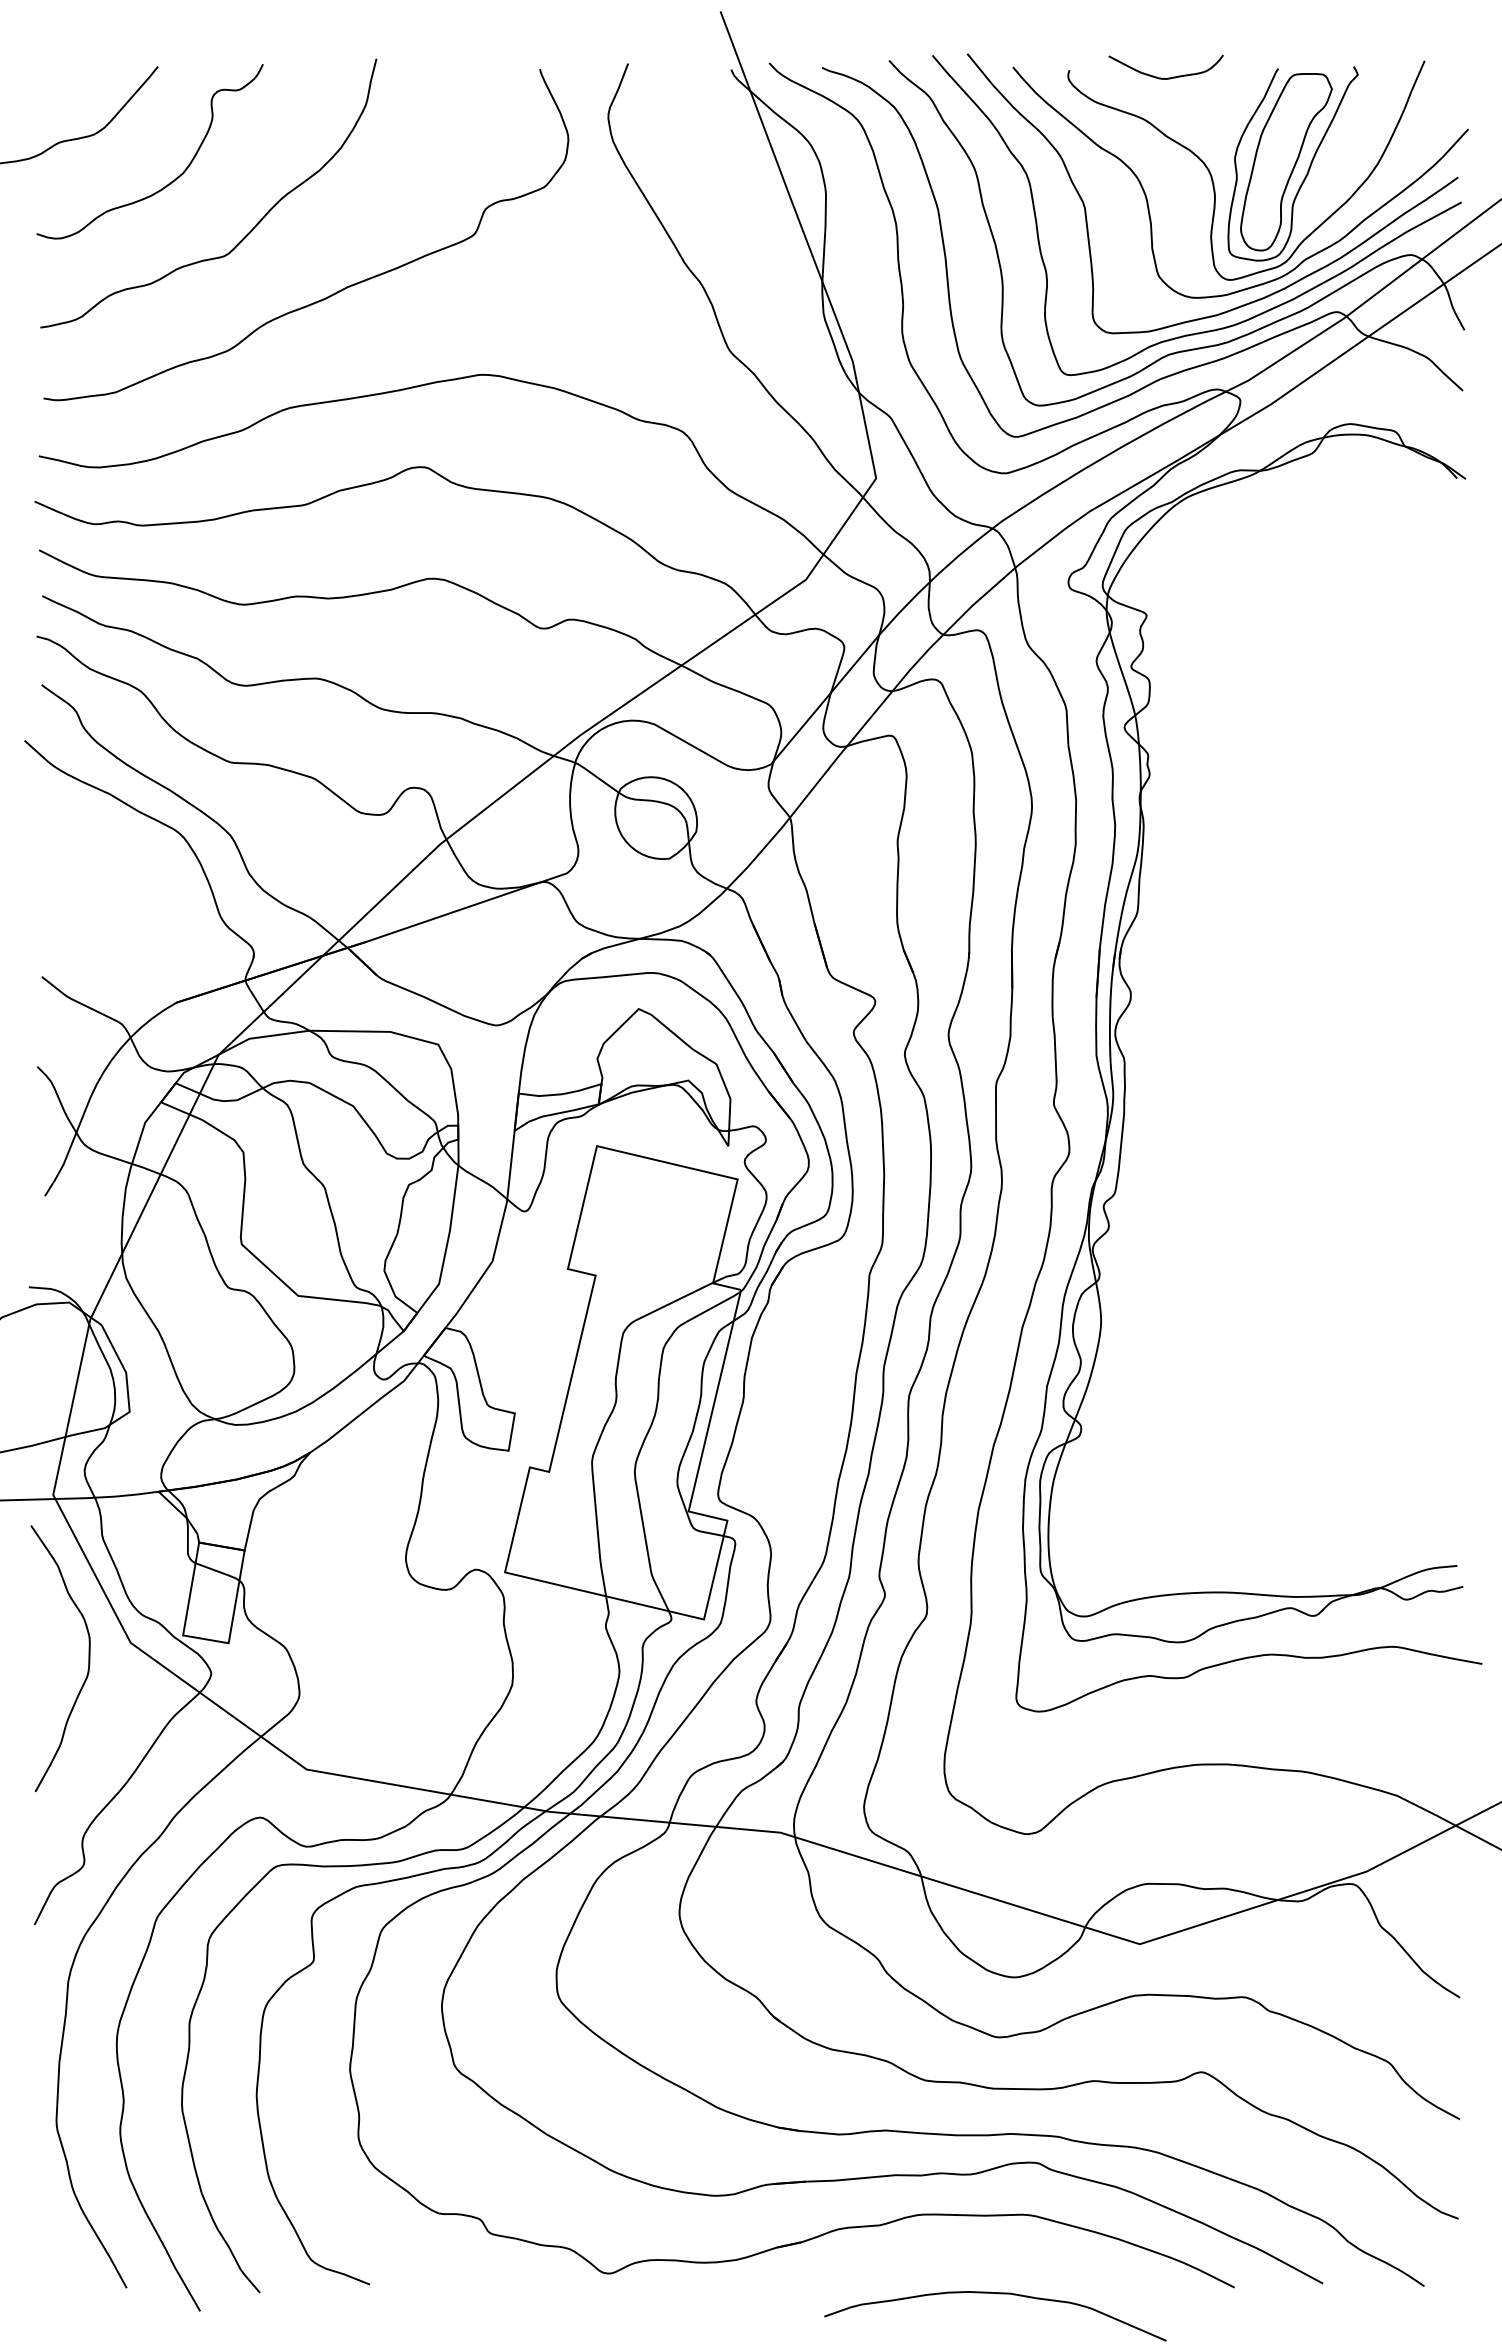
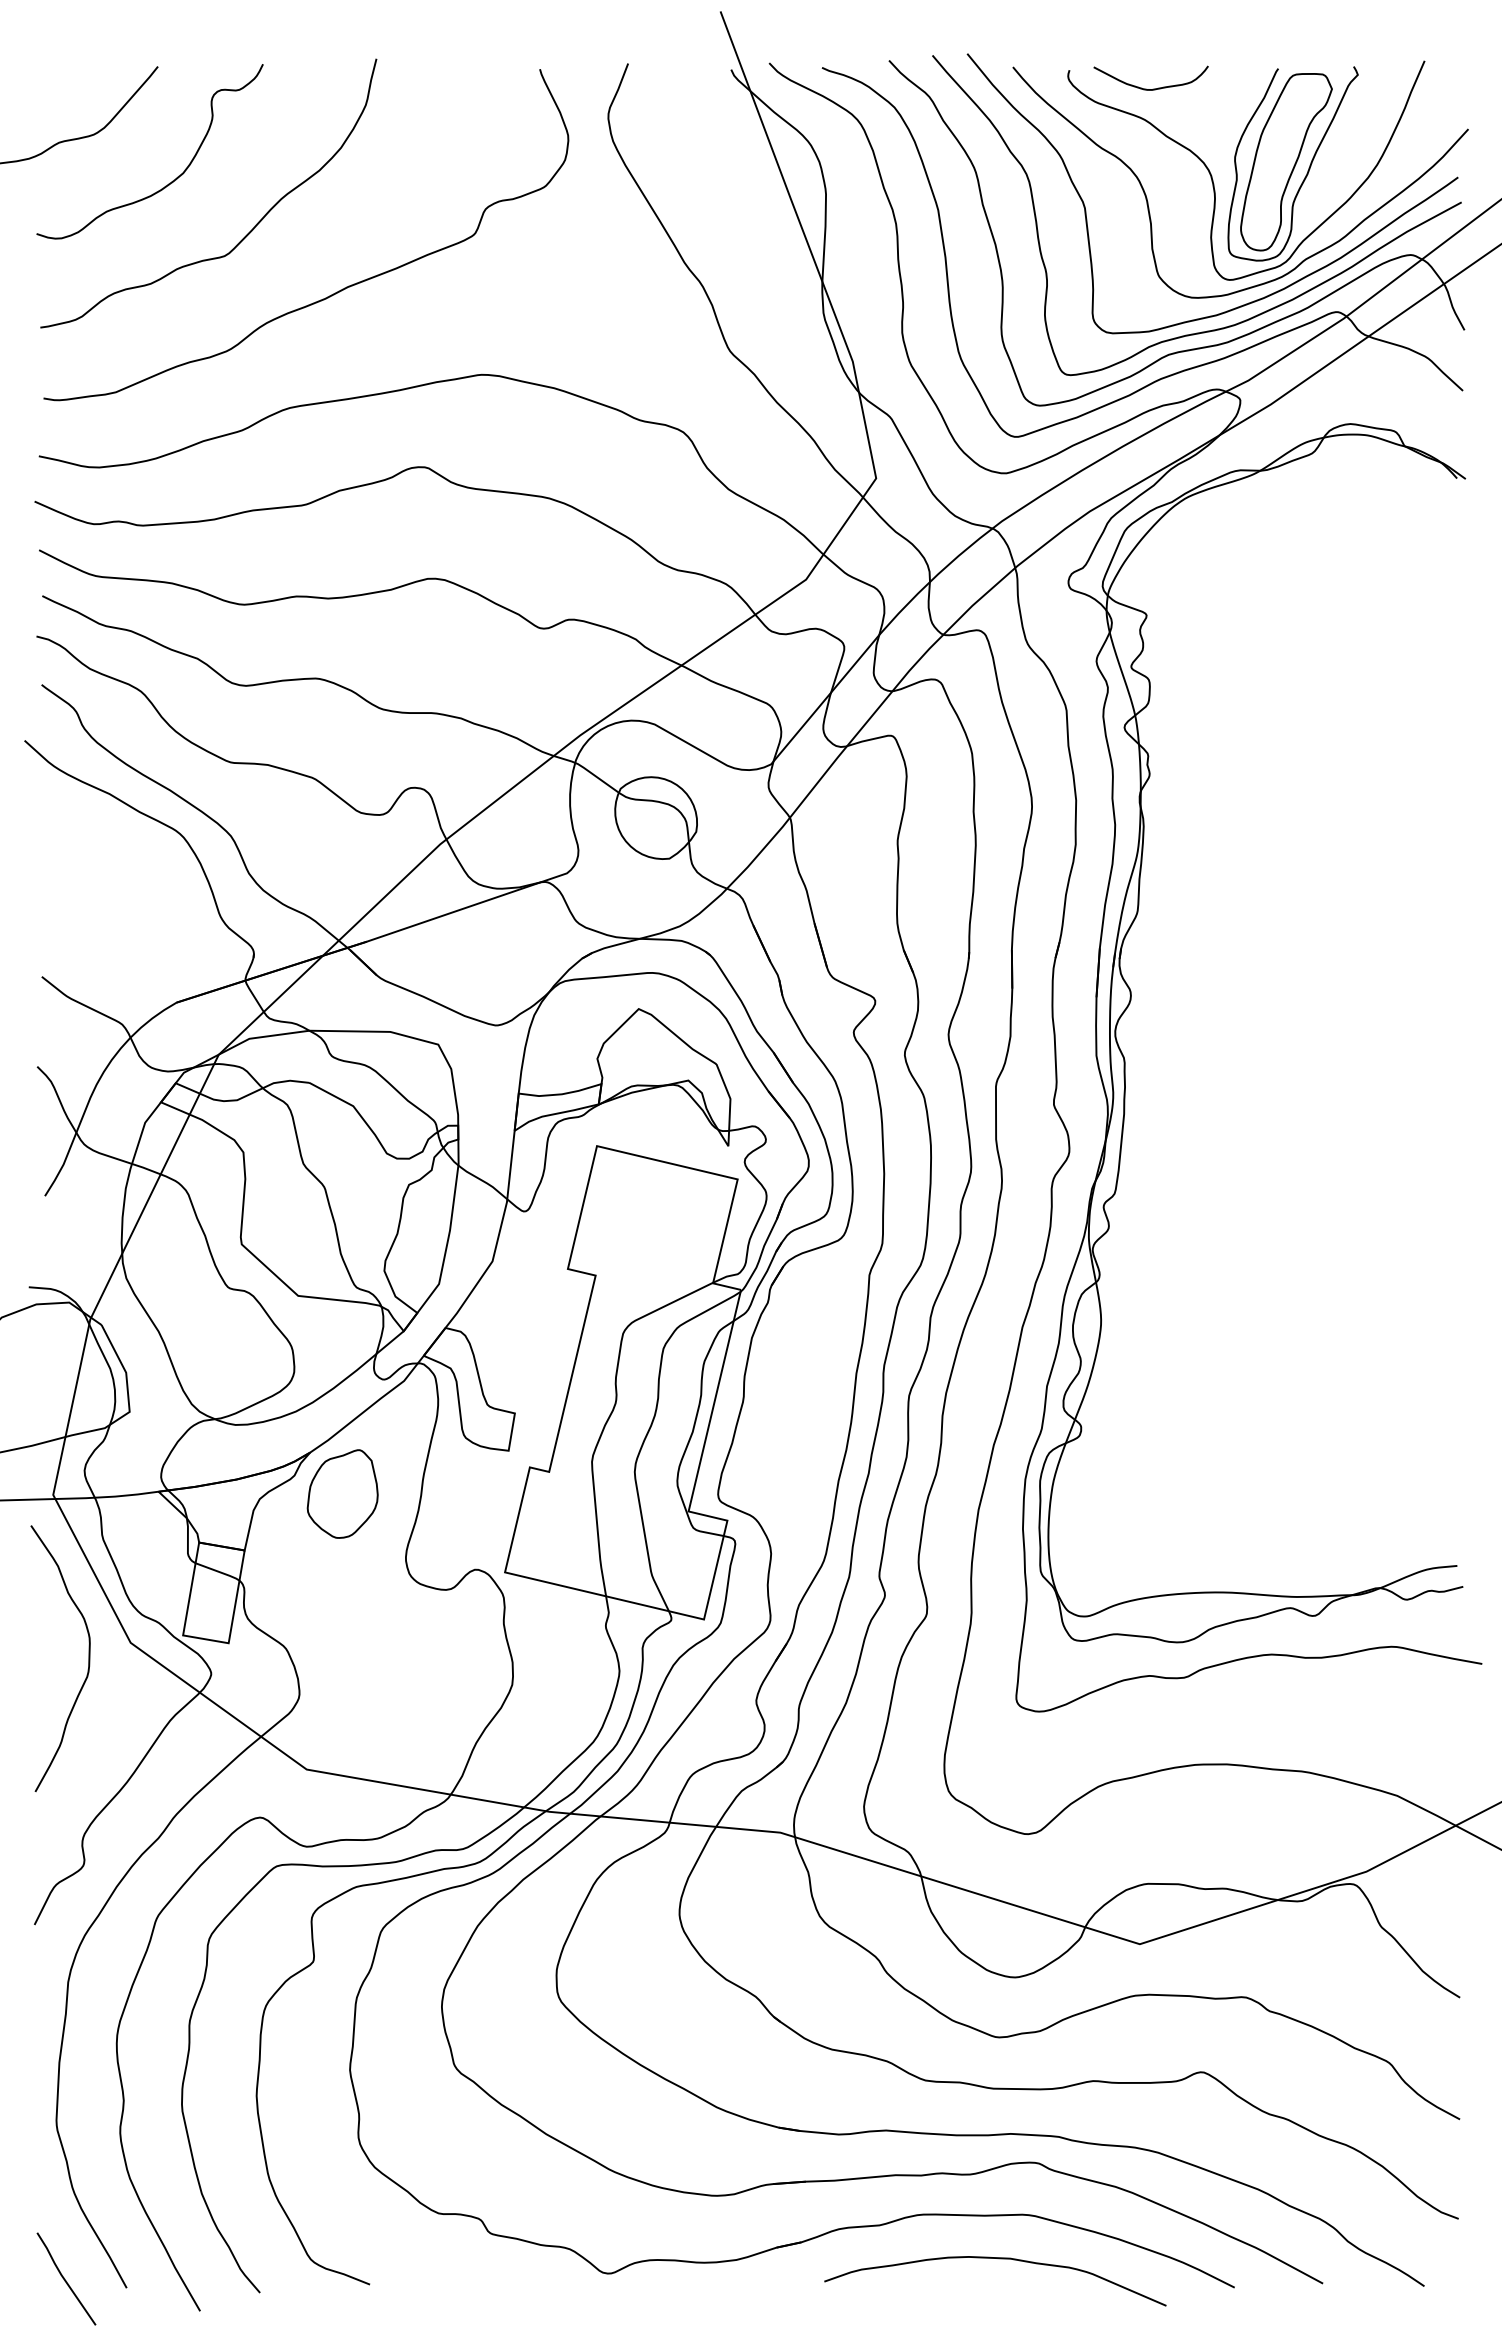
curve at (1168, 77) position: (1168, 77) -> (1153, 88)
part at (342, 1493): none -> present
line at (65, 2279): none -> present
curve at (998, 2294) position: (998, 2294) -> (998, 2259)
